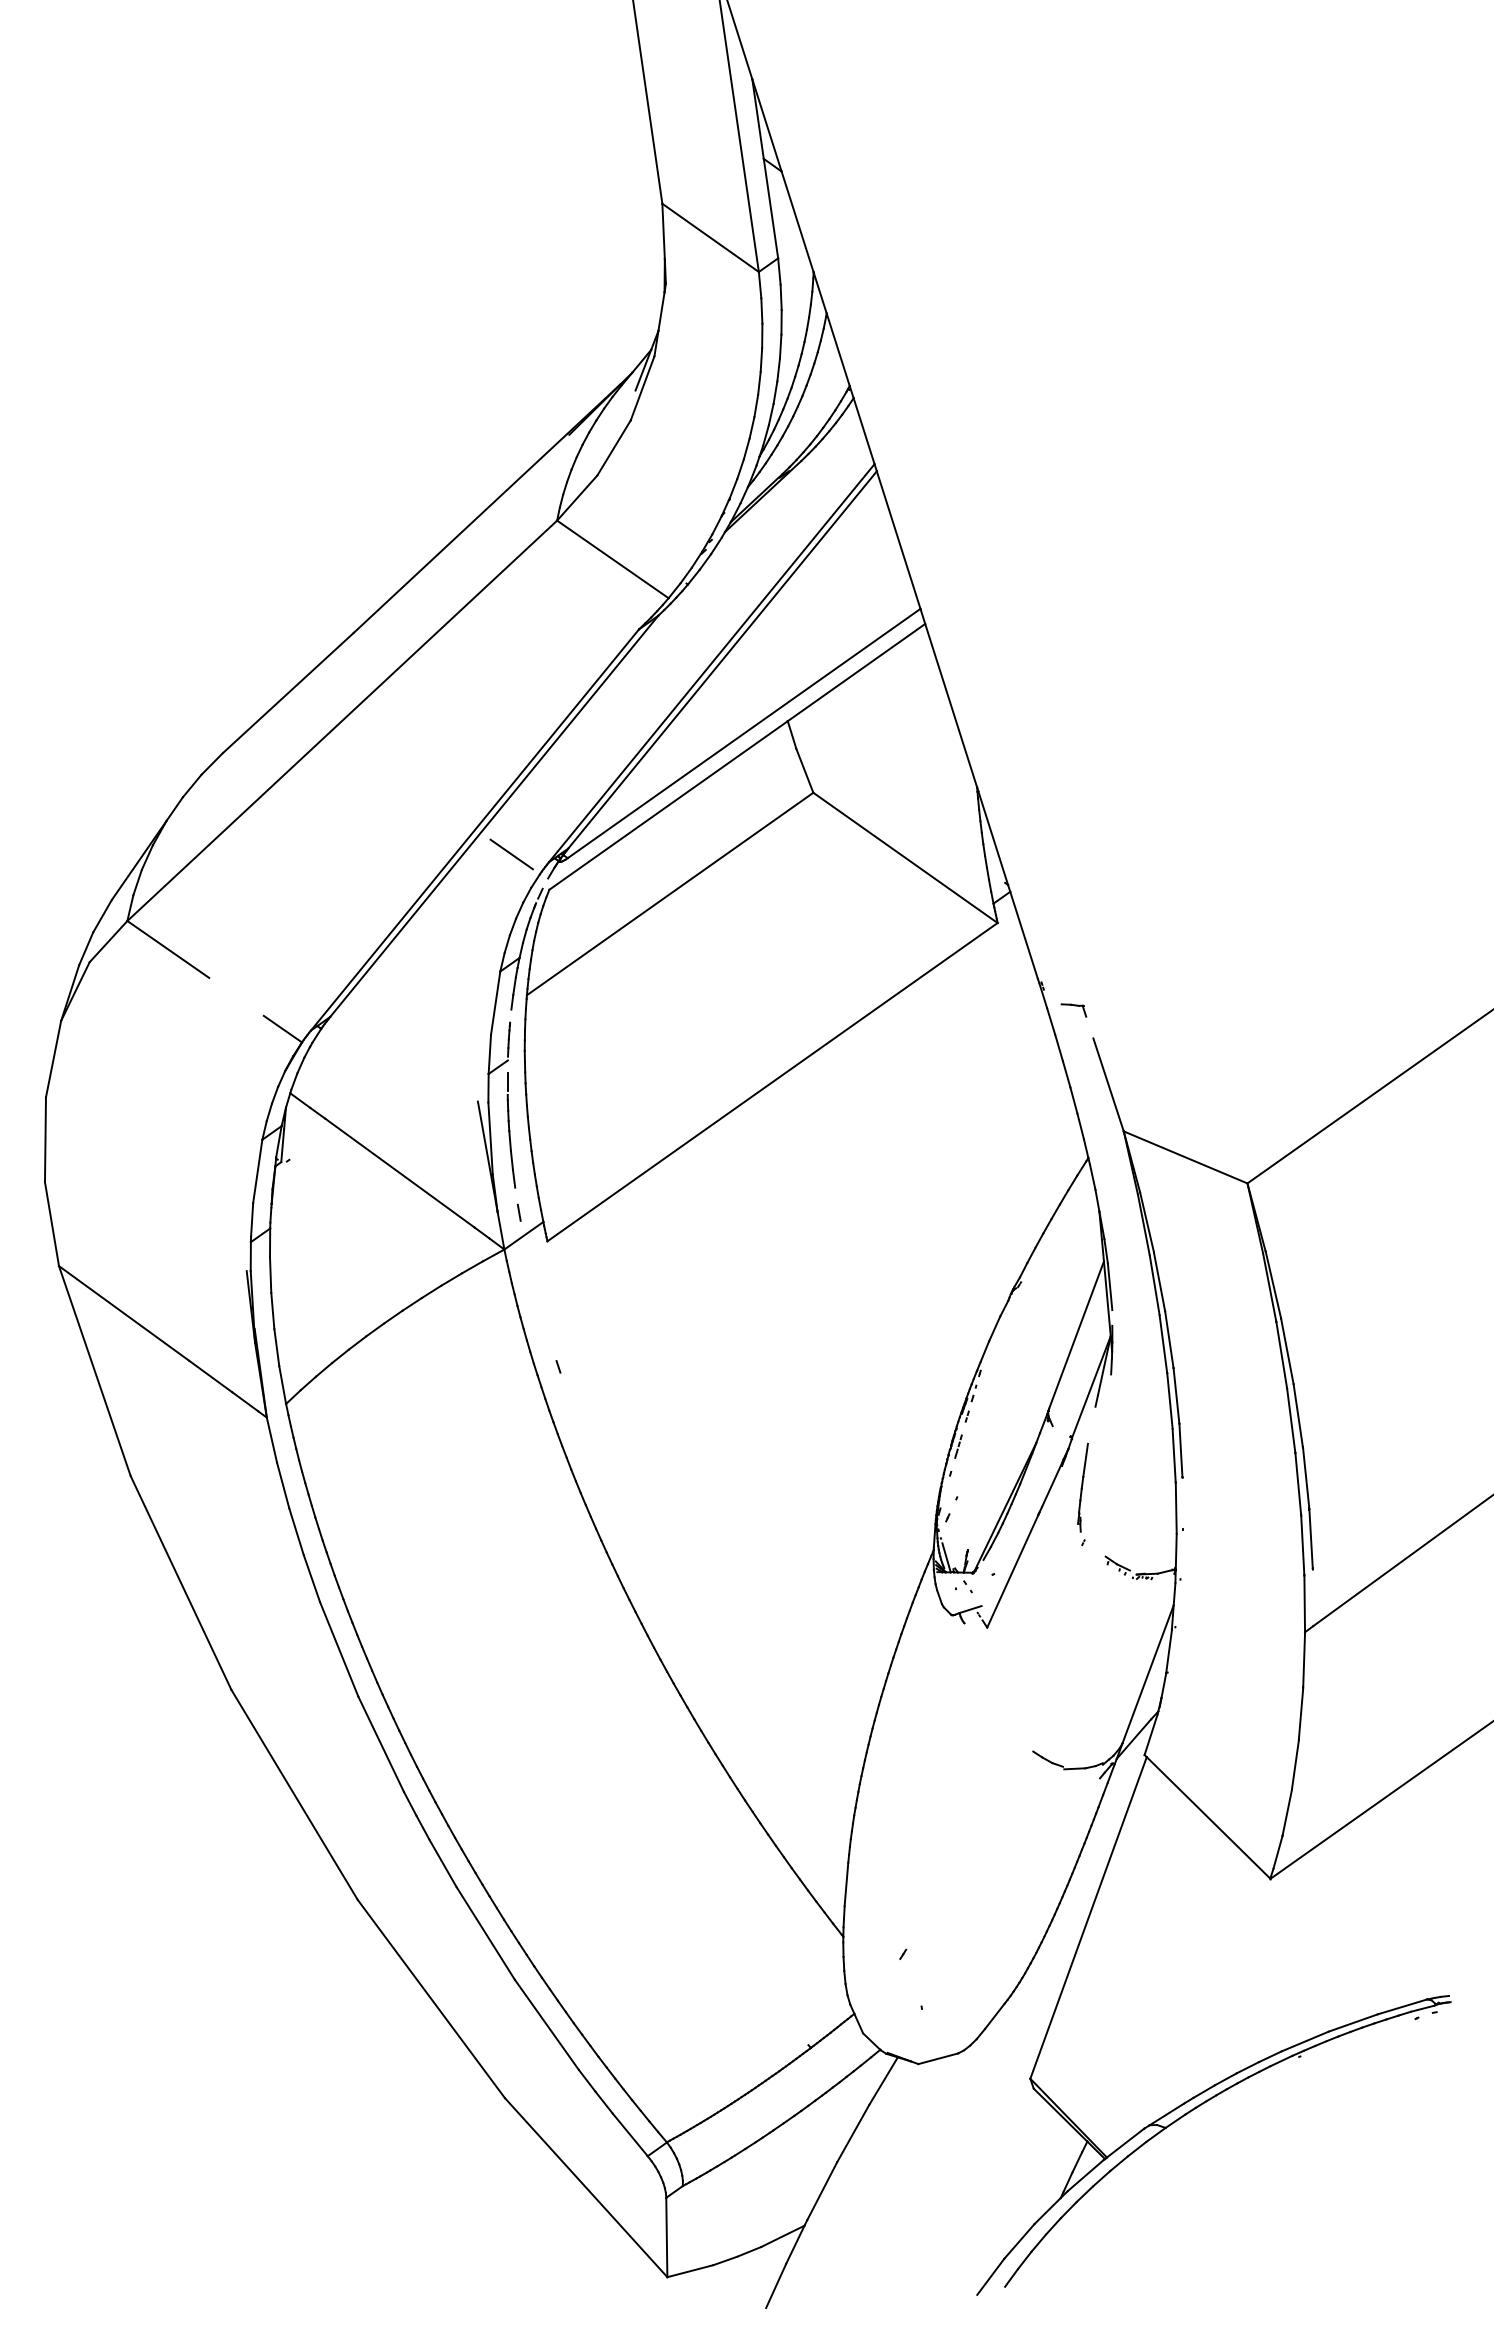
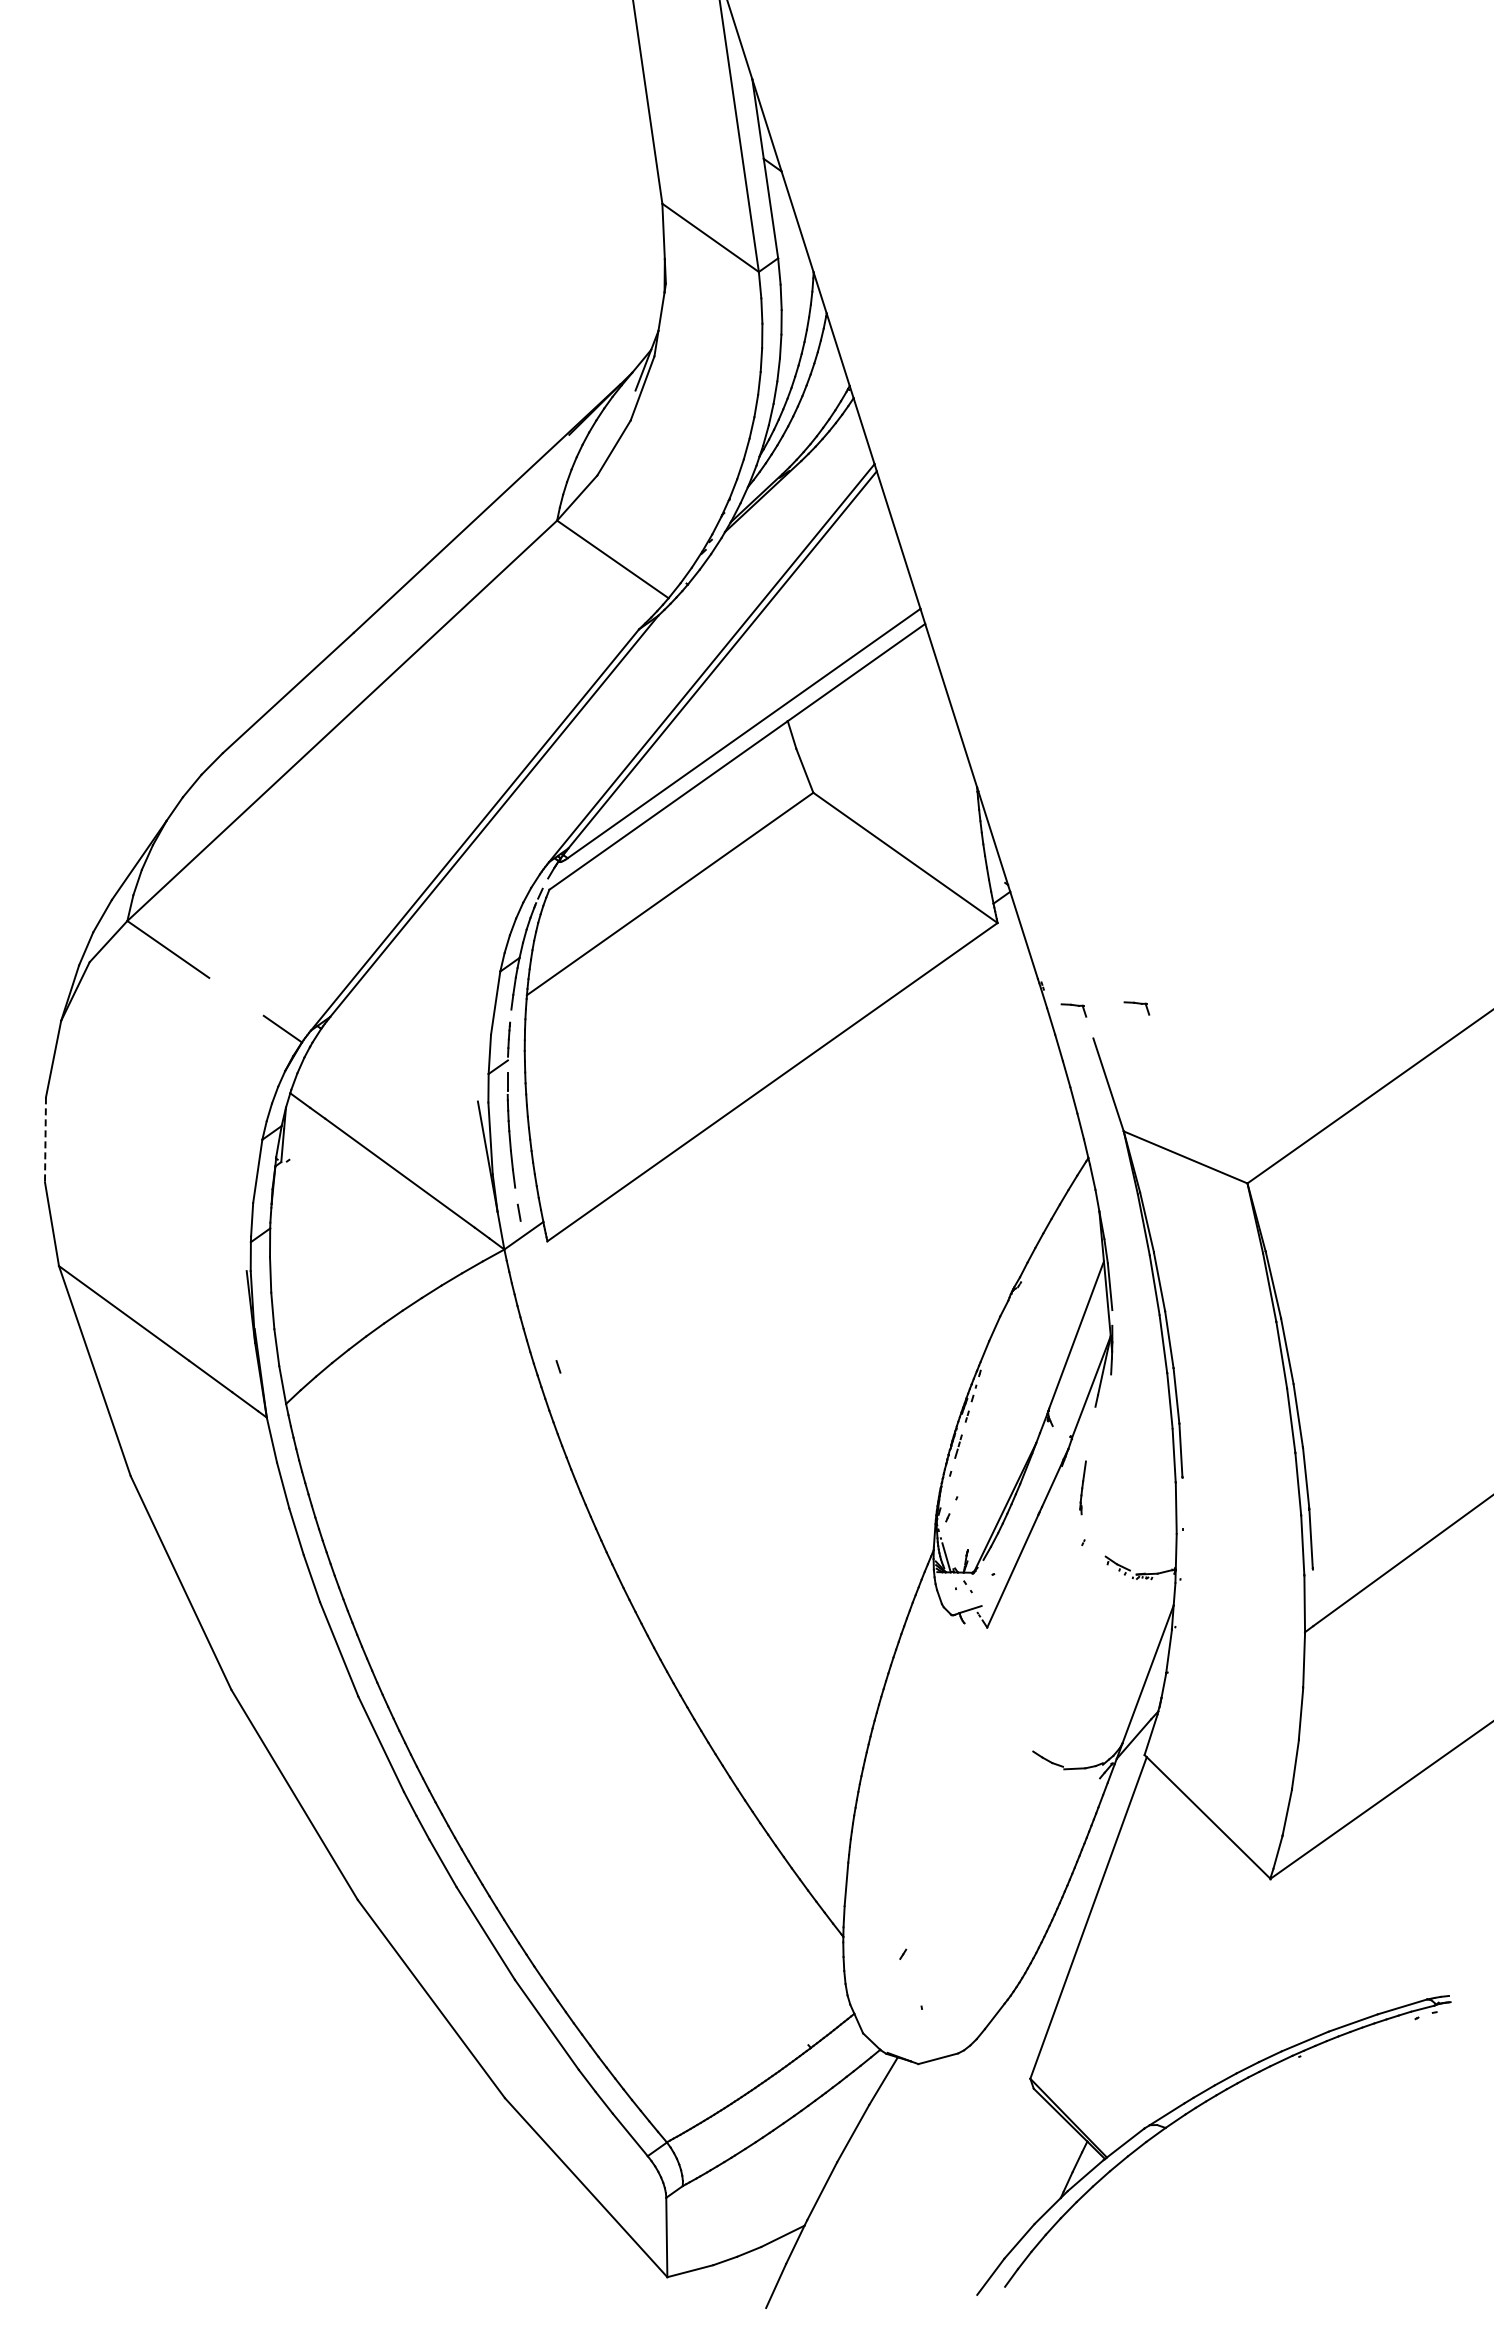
line at (511, 854): present -> none
part at (1136, 1008): none -> present
line at (45, 1140): solid -> dashed
part at (1082, 1487) size: 12x90 px -> 8x56 px
